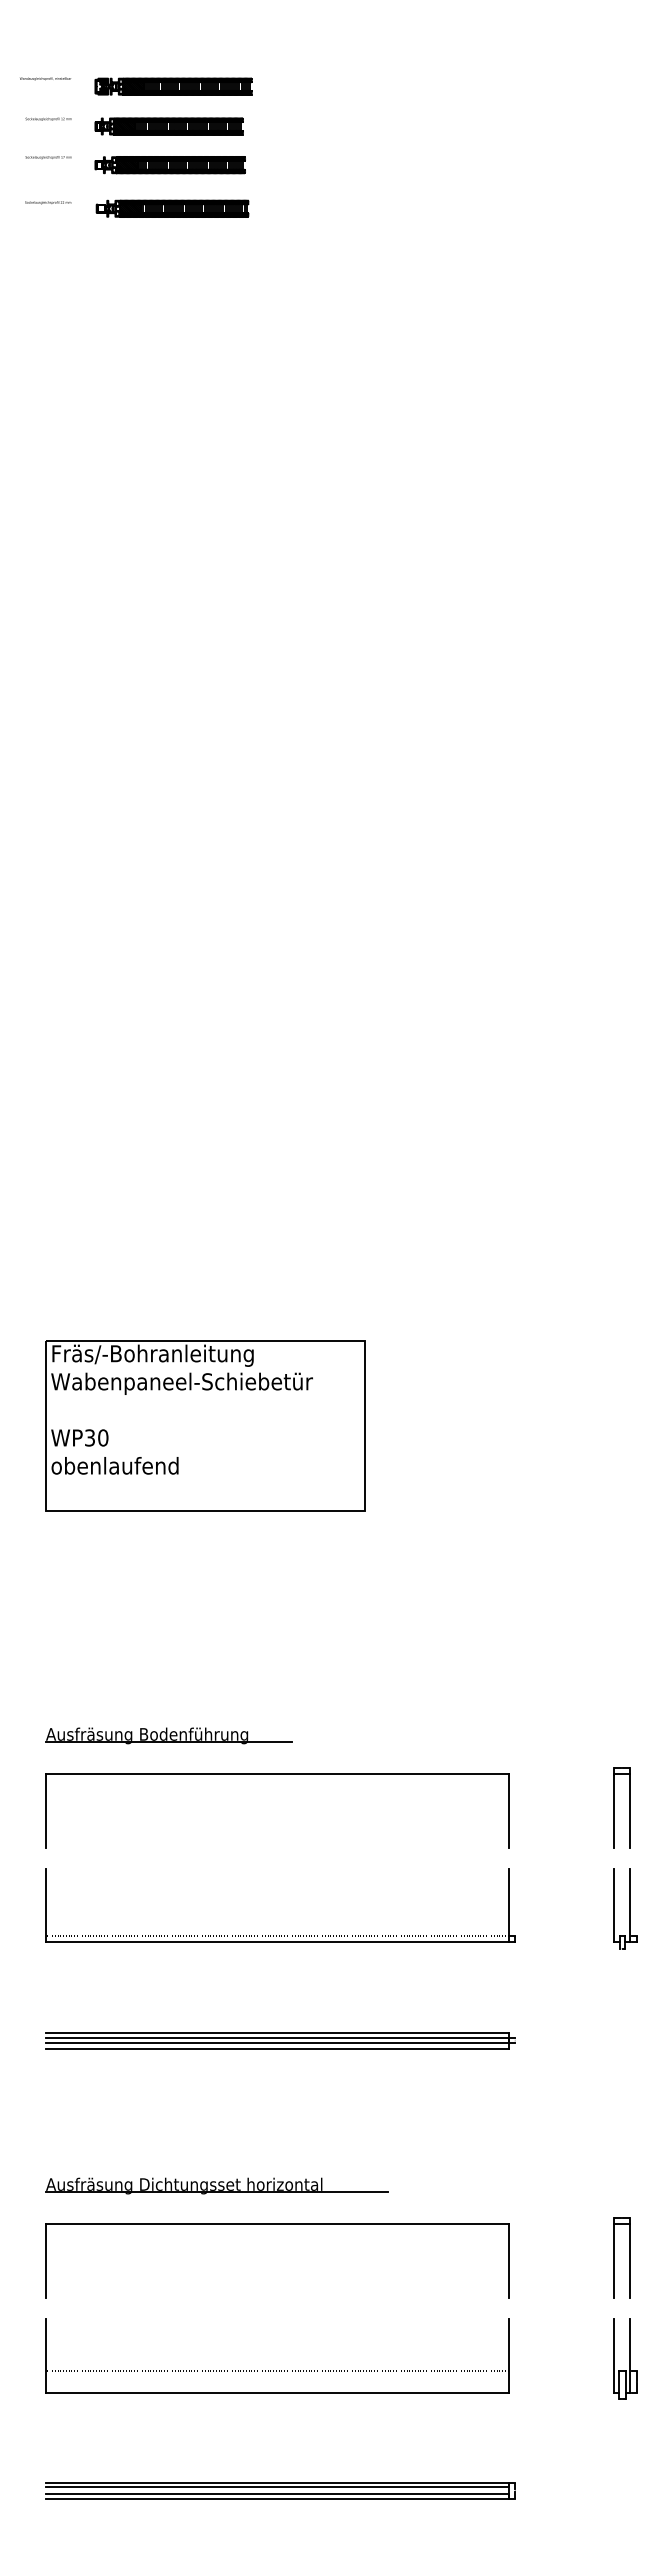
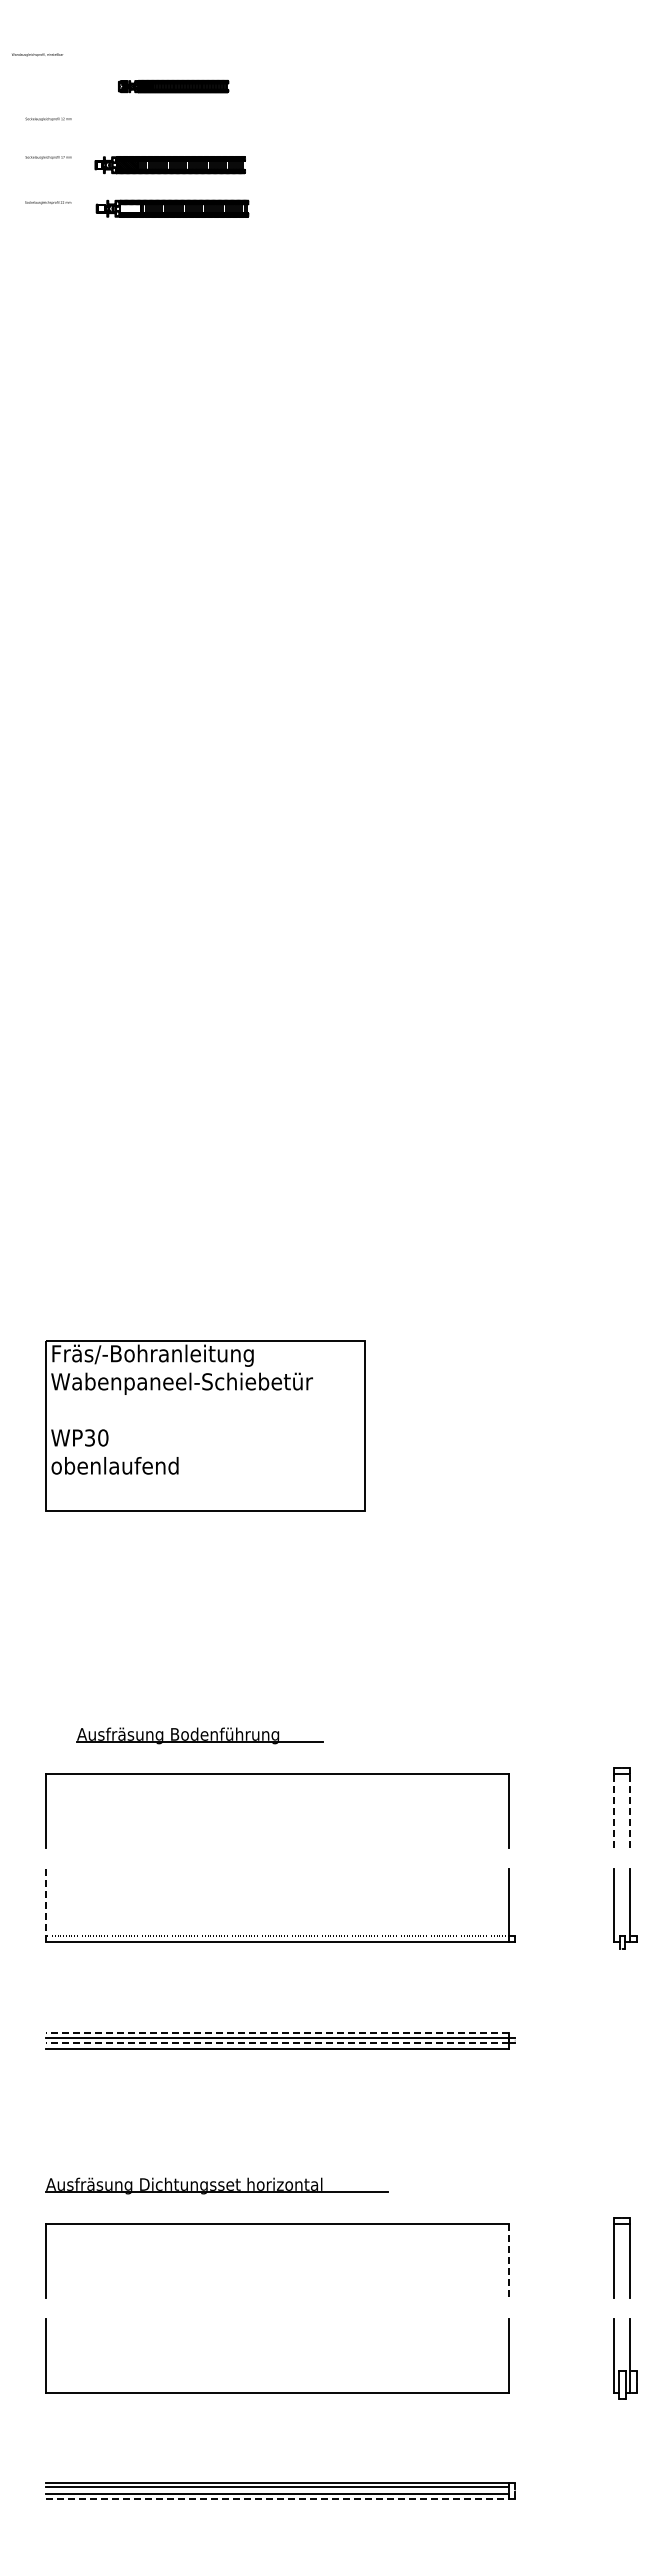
text at (45, 78) position: (45, 78) -> (37, 54)
part at (173, 86) size: 159x19 px -> 112x15 px
part at (168, 126): present -> none
hatch at (129, 208): present -> none
part at (168, 1735) position: (168, 1735) -> (199, 1735)
line at (630, 1810): solid -> dashed
line at (614, 1811): solid -> dashed
line at (45, 1905): solid -> dashed
line at (277, 2032): solid -> dashed
line at (277, 2043): solid -> dashed
line at (508, 2261): solid -> dashed
line at (276, 2371): present -> none
line at (277, 2498): solid -> dashed
